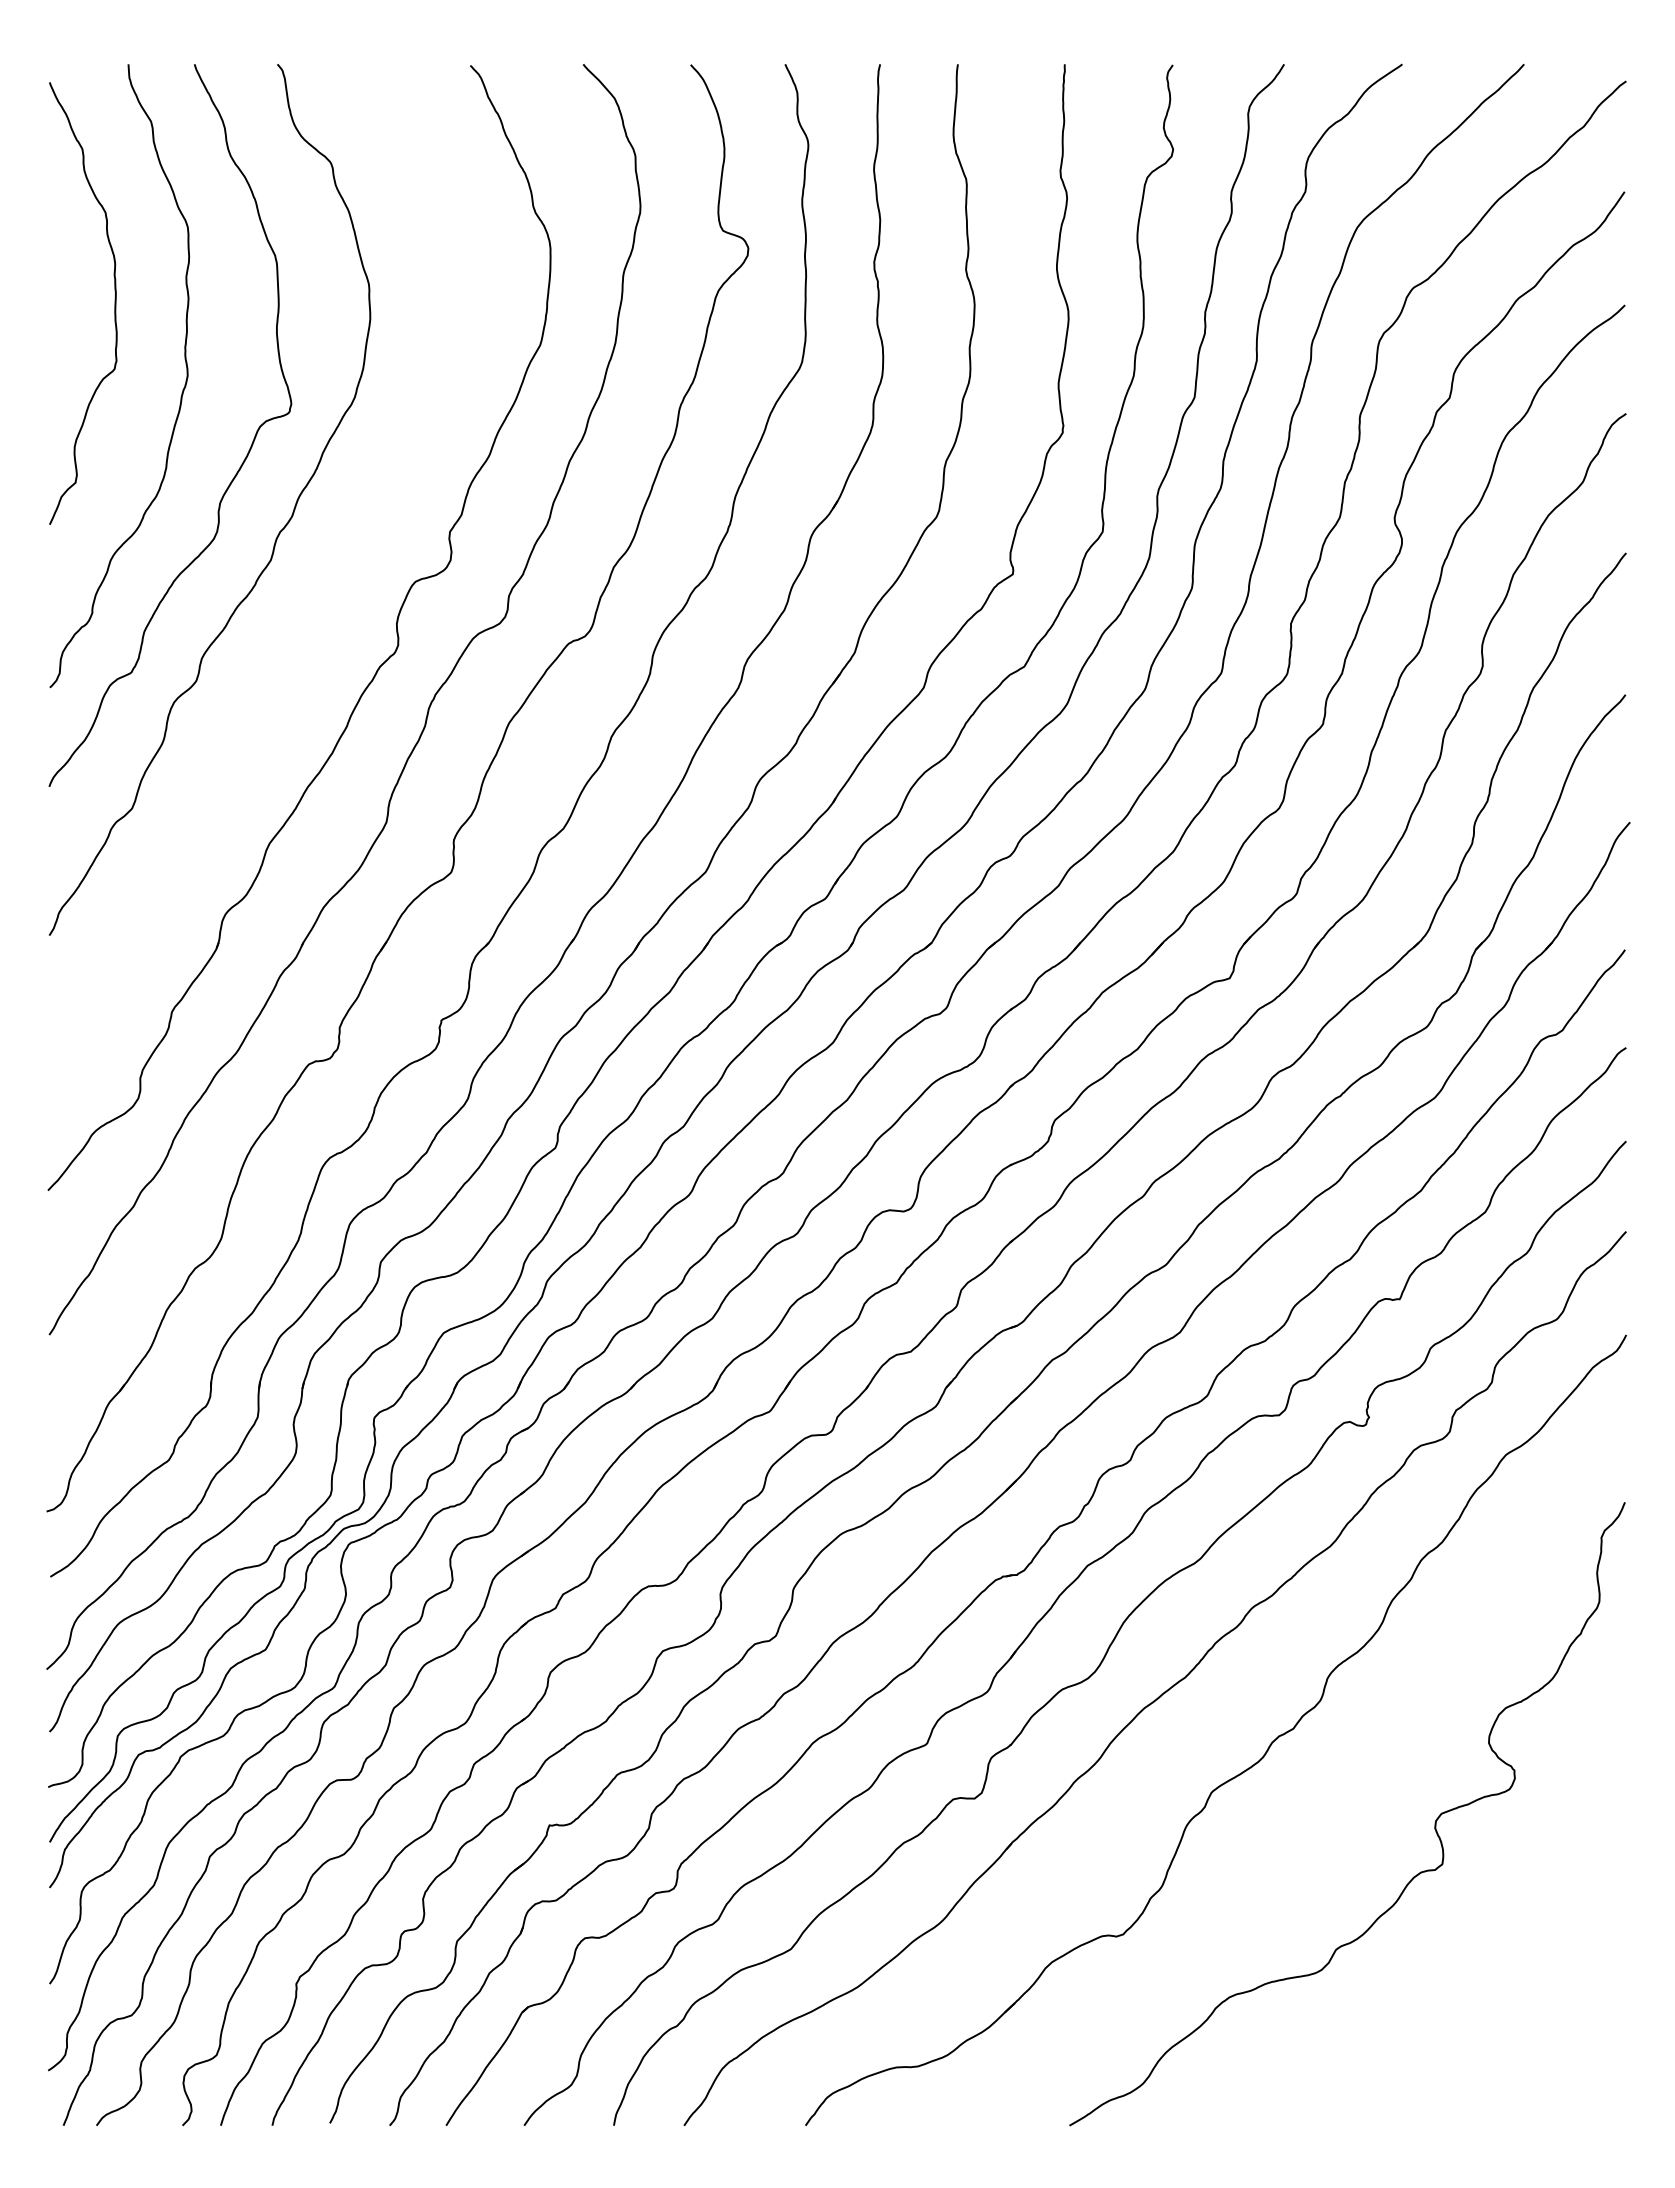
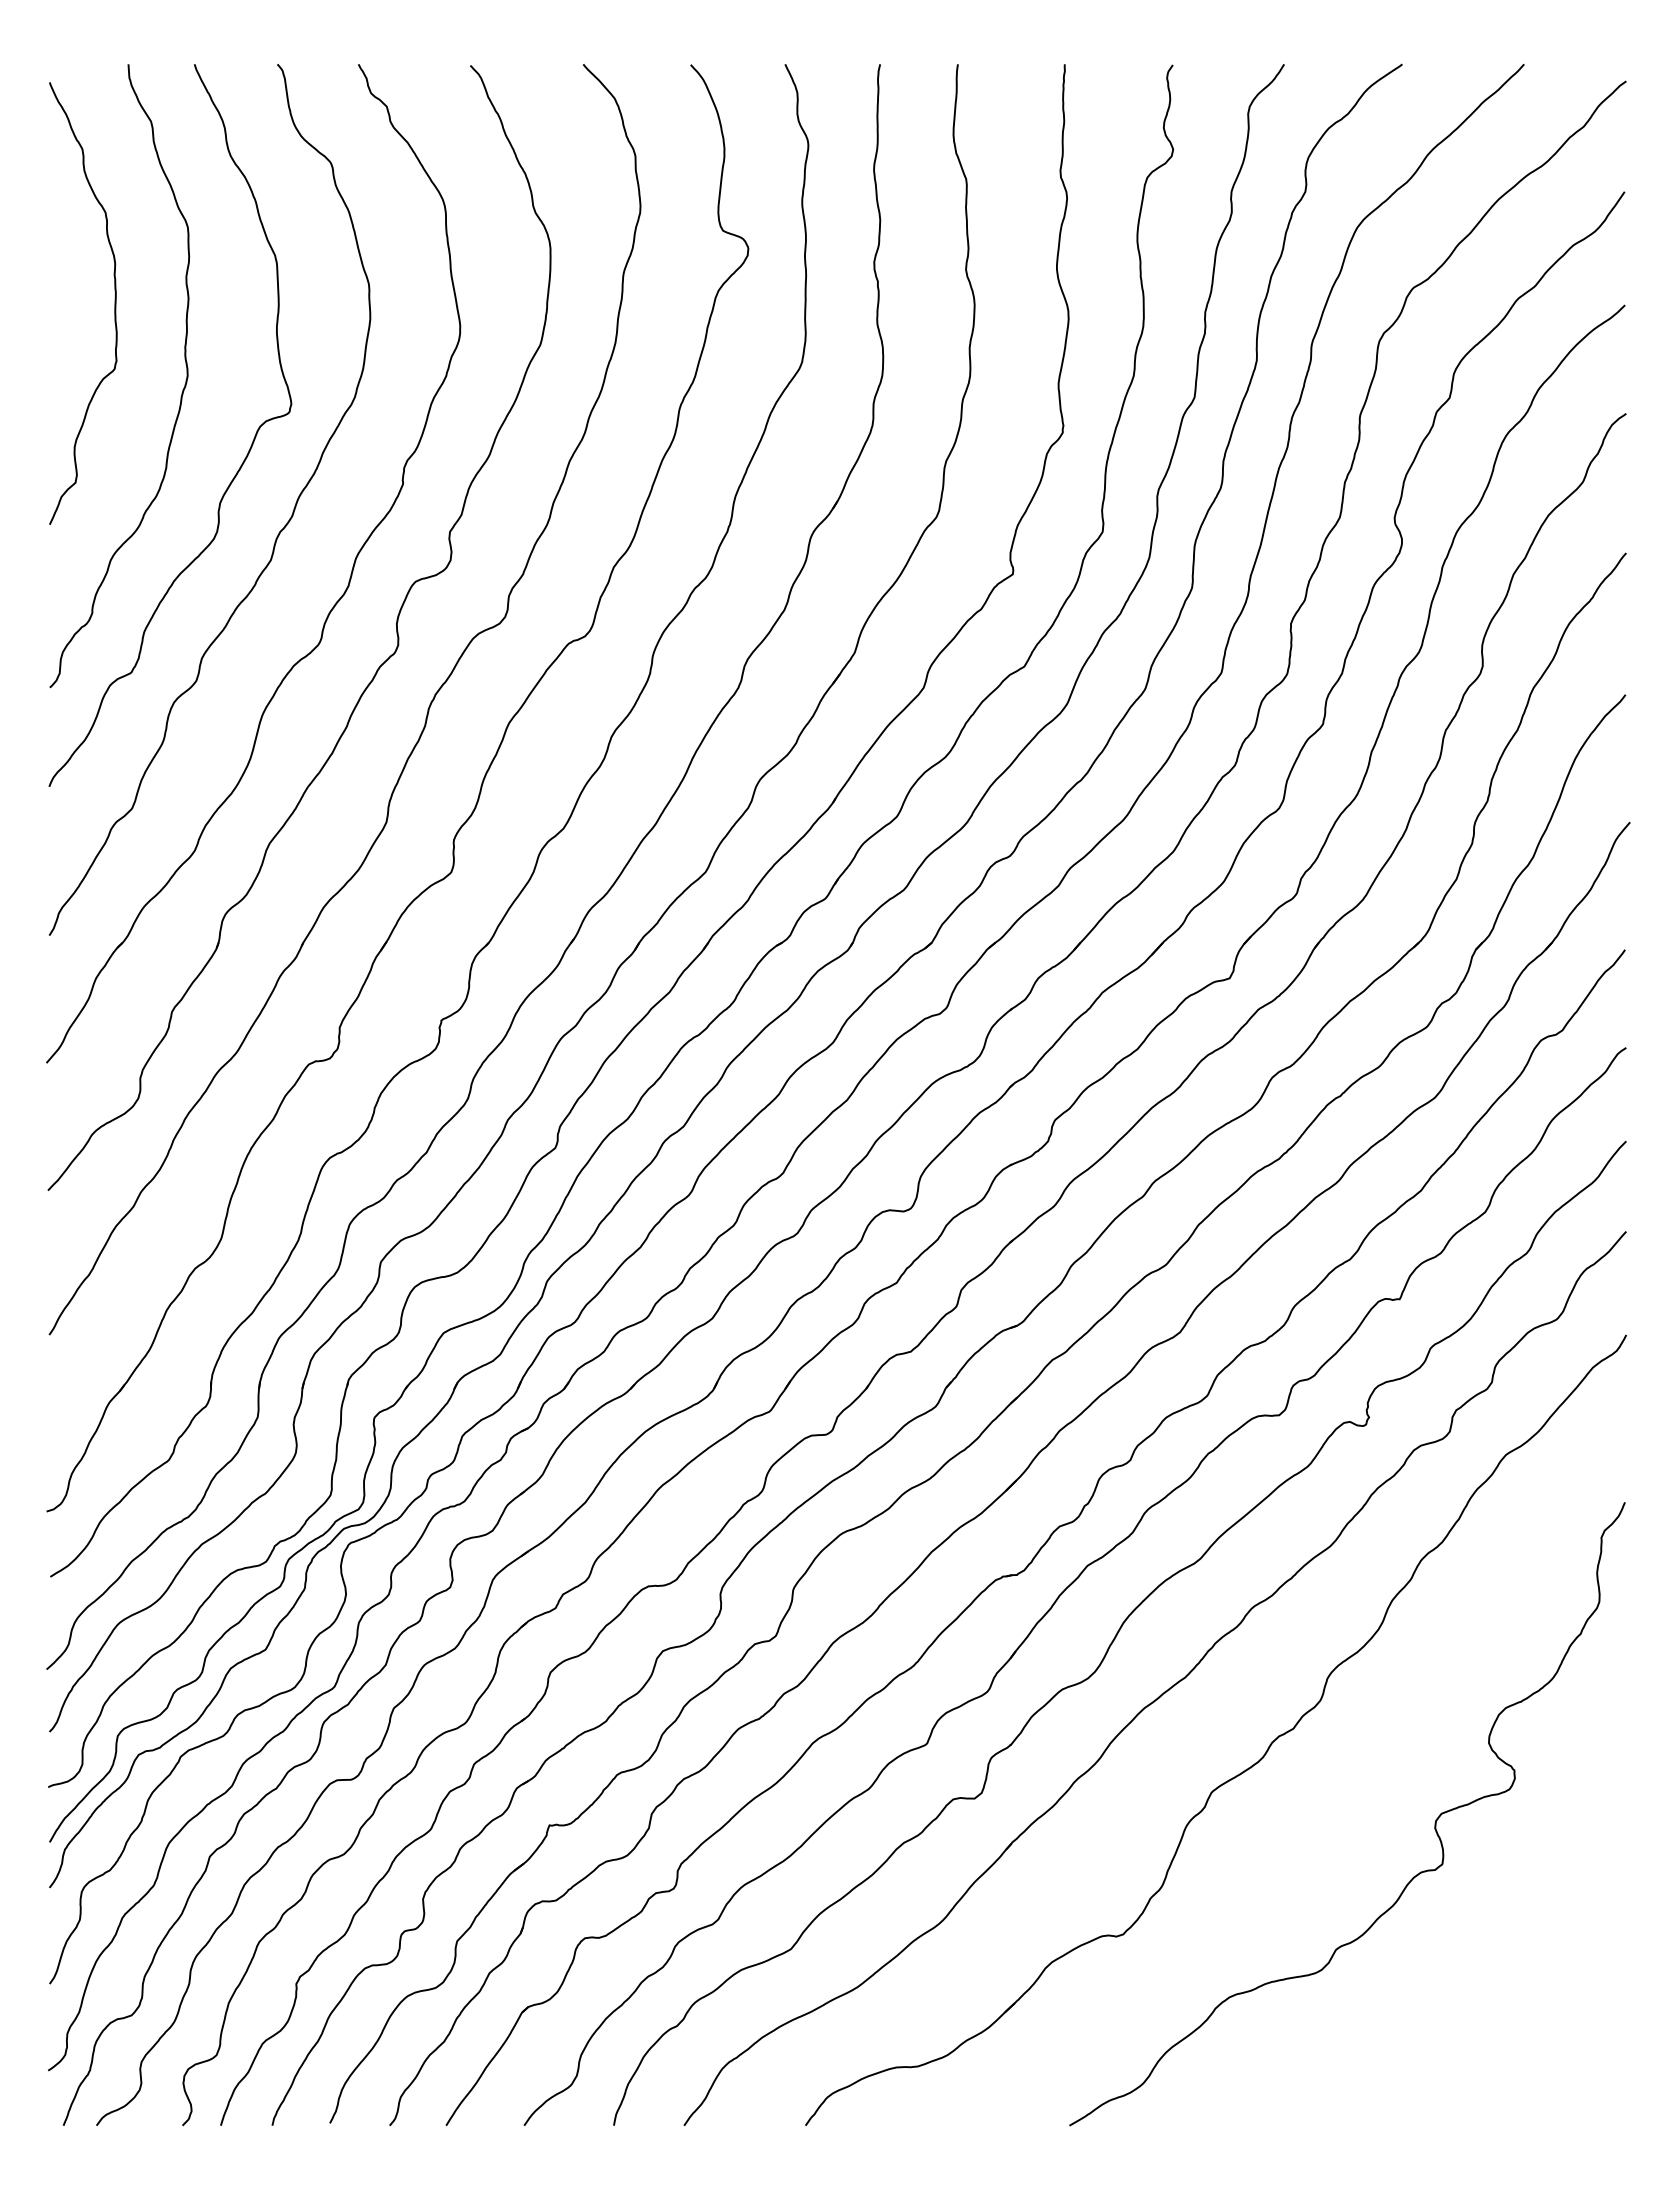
part at (327, 614): none -> present
